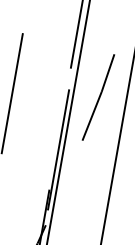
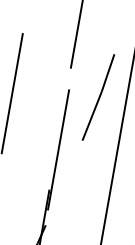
line at (68, 121): present -> none
